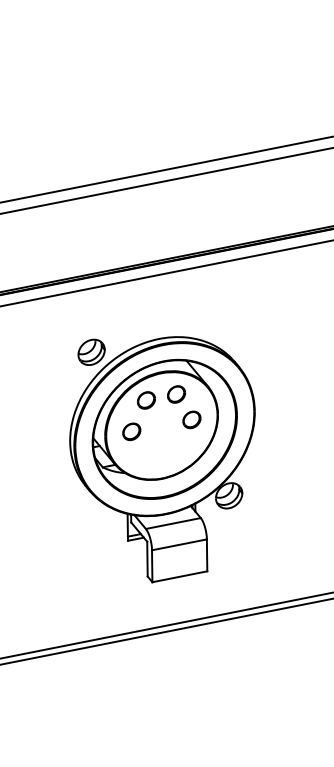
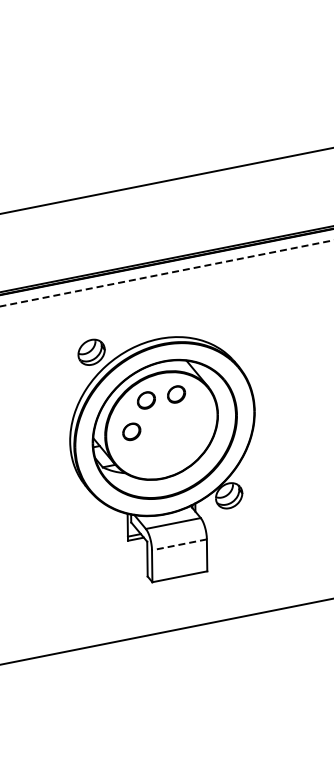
line at (166, 169): present -> none
line at (166, 273): solid -> dashed
part at (191, 419): present -> none
line at (179, 544): solid -> dashed
line at (166, 625): present -> none
